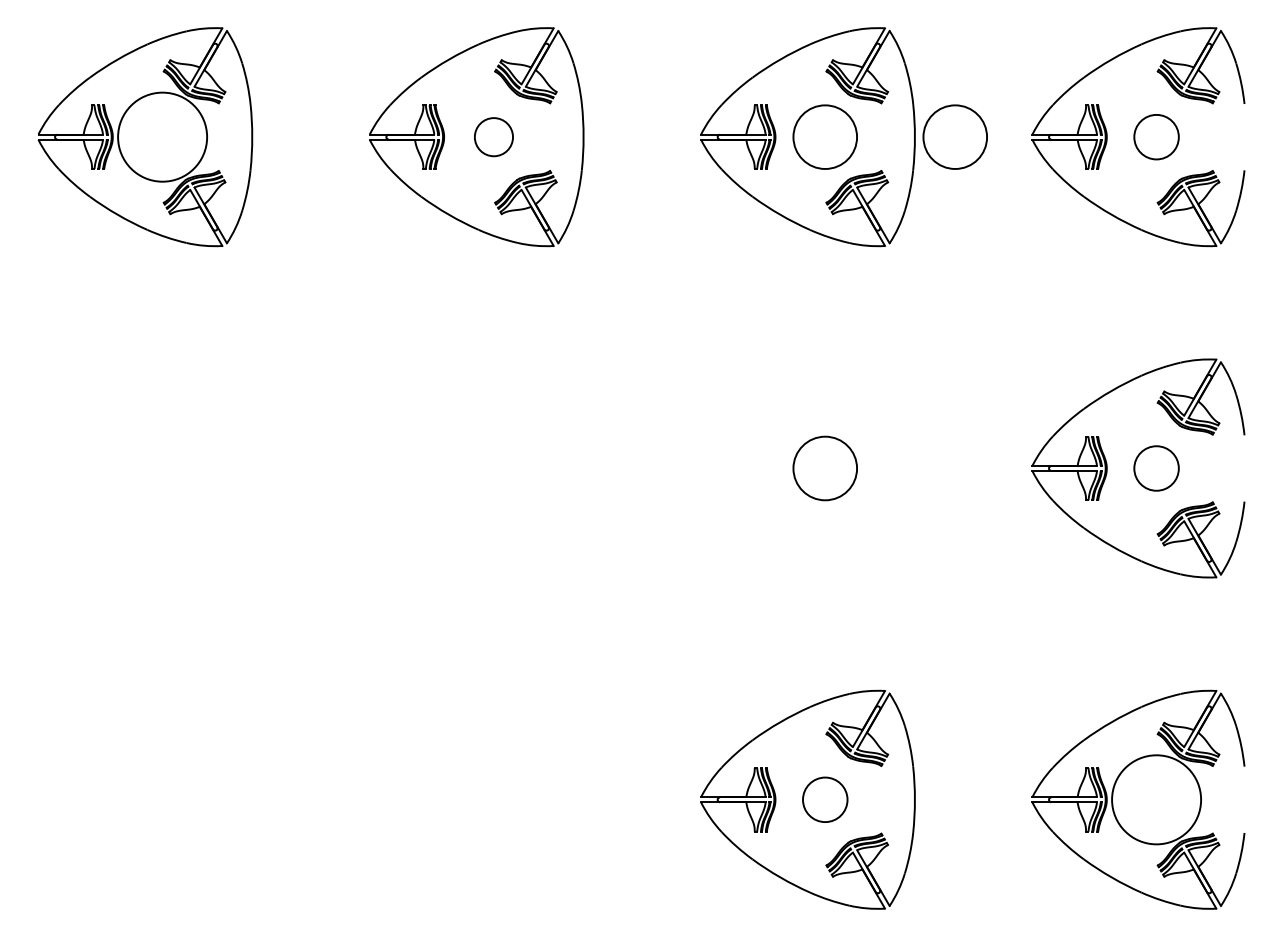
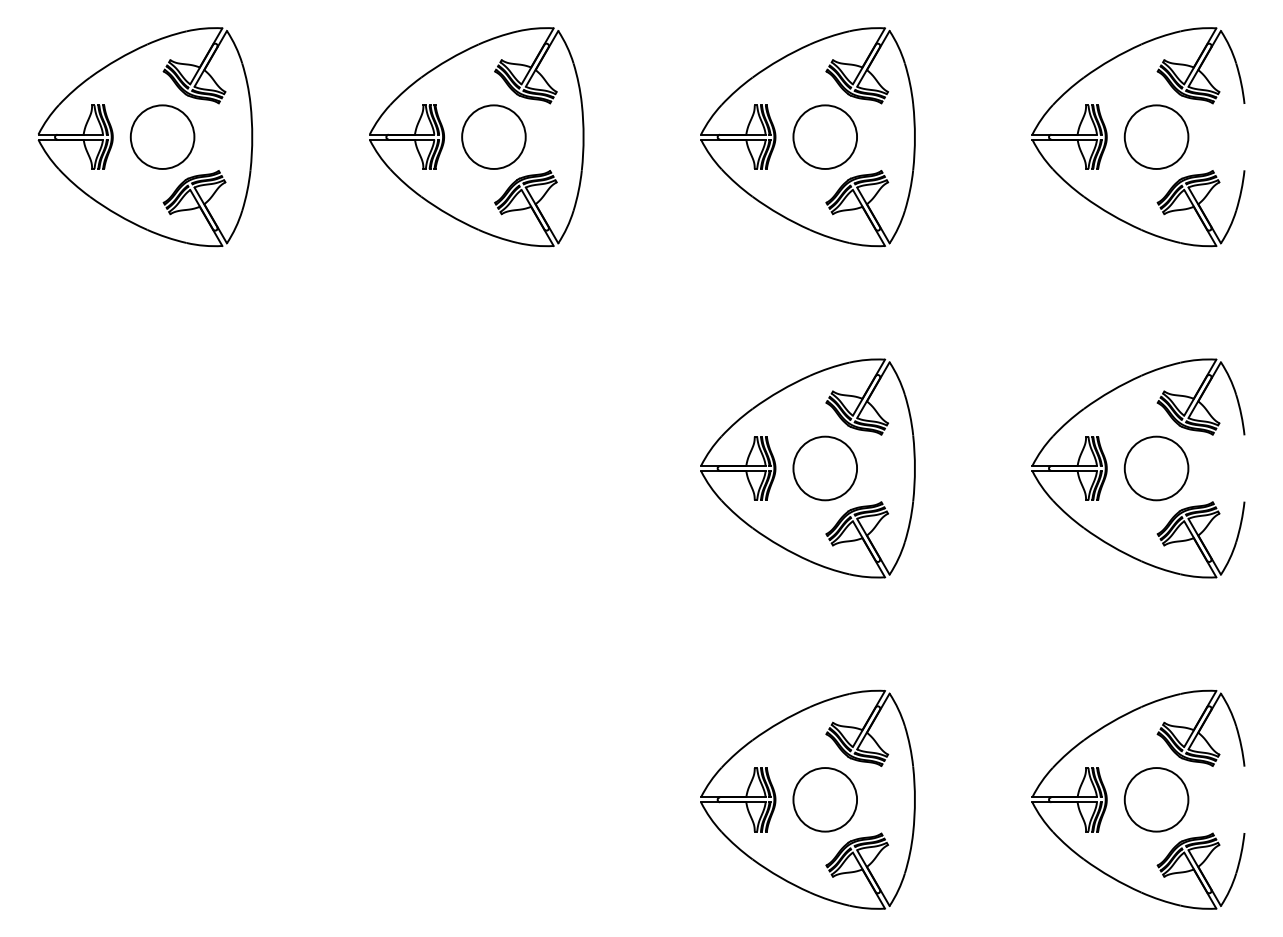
circle at (162, 136) diameter: 89 px -> 64 px
circle at (954, 136): present -> none
circle at (1156, 136) diameter: 45 px -> 64 px
circle at (493, 137) diameter: 38 px -> 64 px
part at (807, 468): none -> present
circle at (1156, 468) diameter: 45 px -> 64 px
circle at (825, 799) diameter: 45 px -> 64 px
circle at (1156, 799) diameter: 89 px -> 64 px
